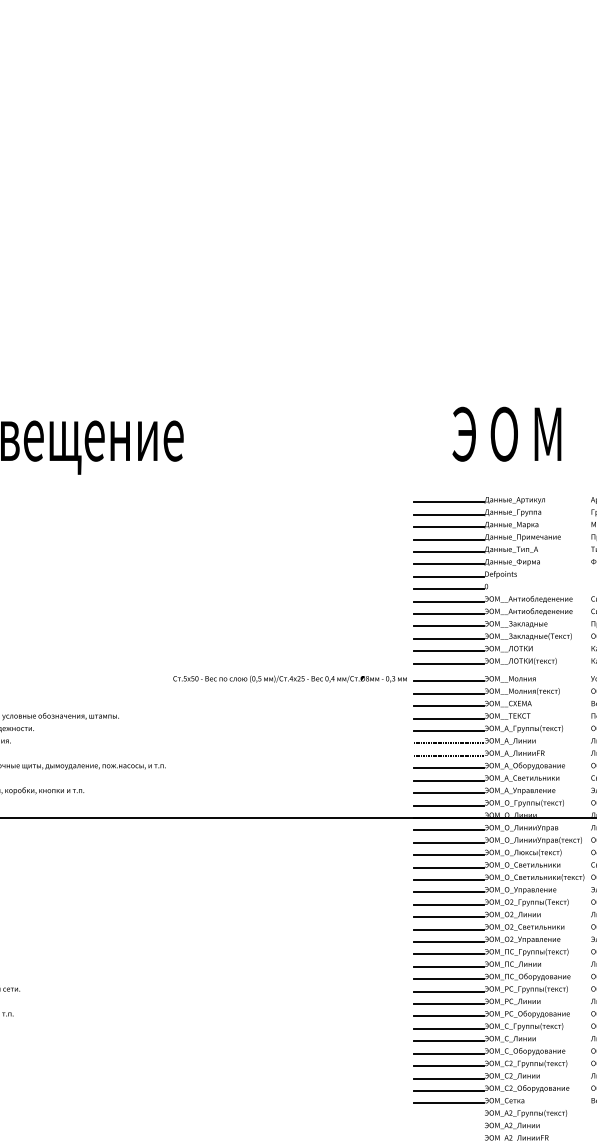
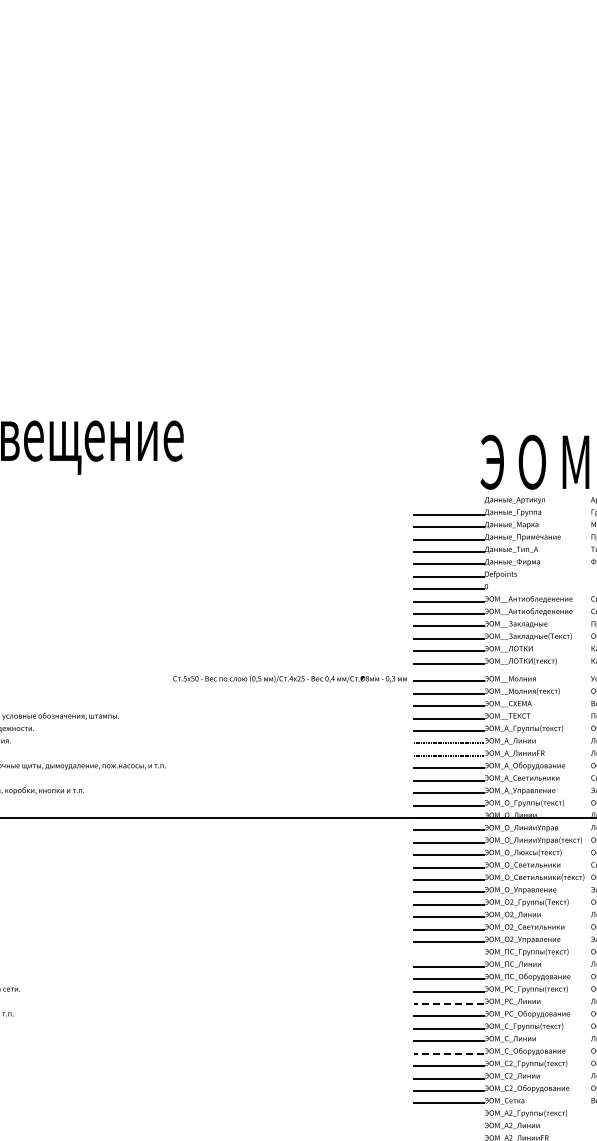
text at (506, 433) position: (506, 433) -> (534, 461)
line at (448, 502): present -> none
line at (448, 954): present -> none
line at (448, 1004): solid -> dashed
line at (448, 1053): solid -> dashed
